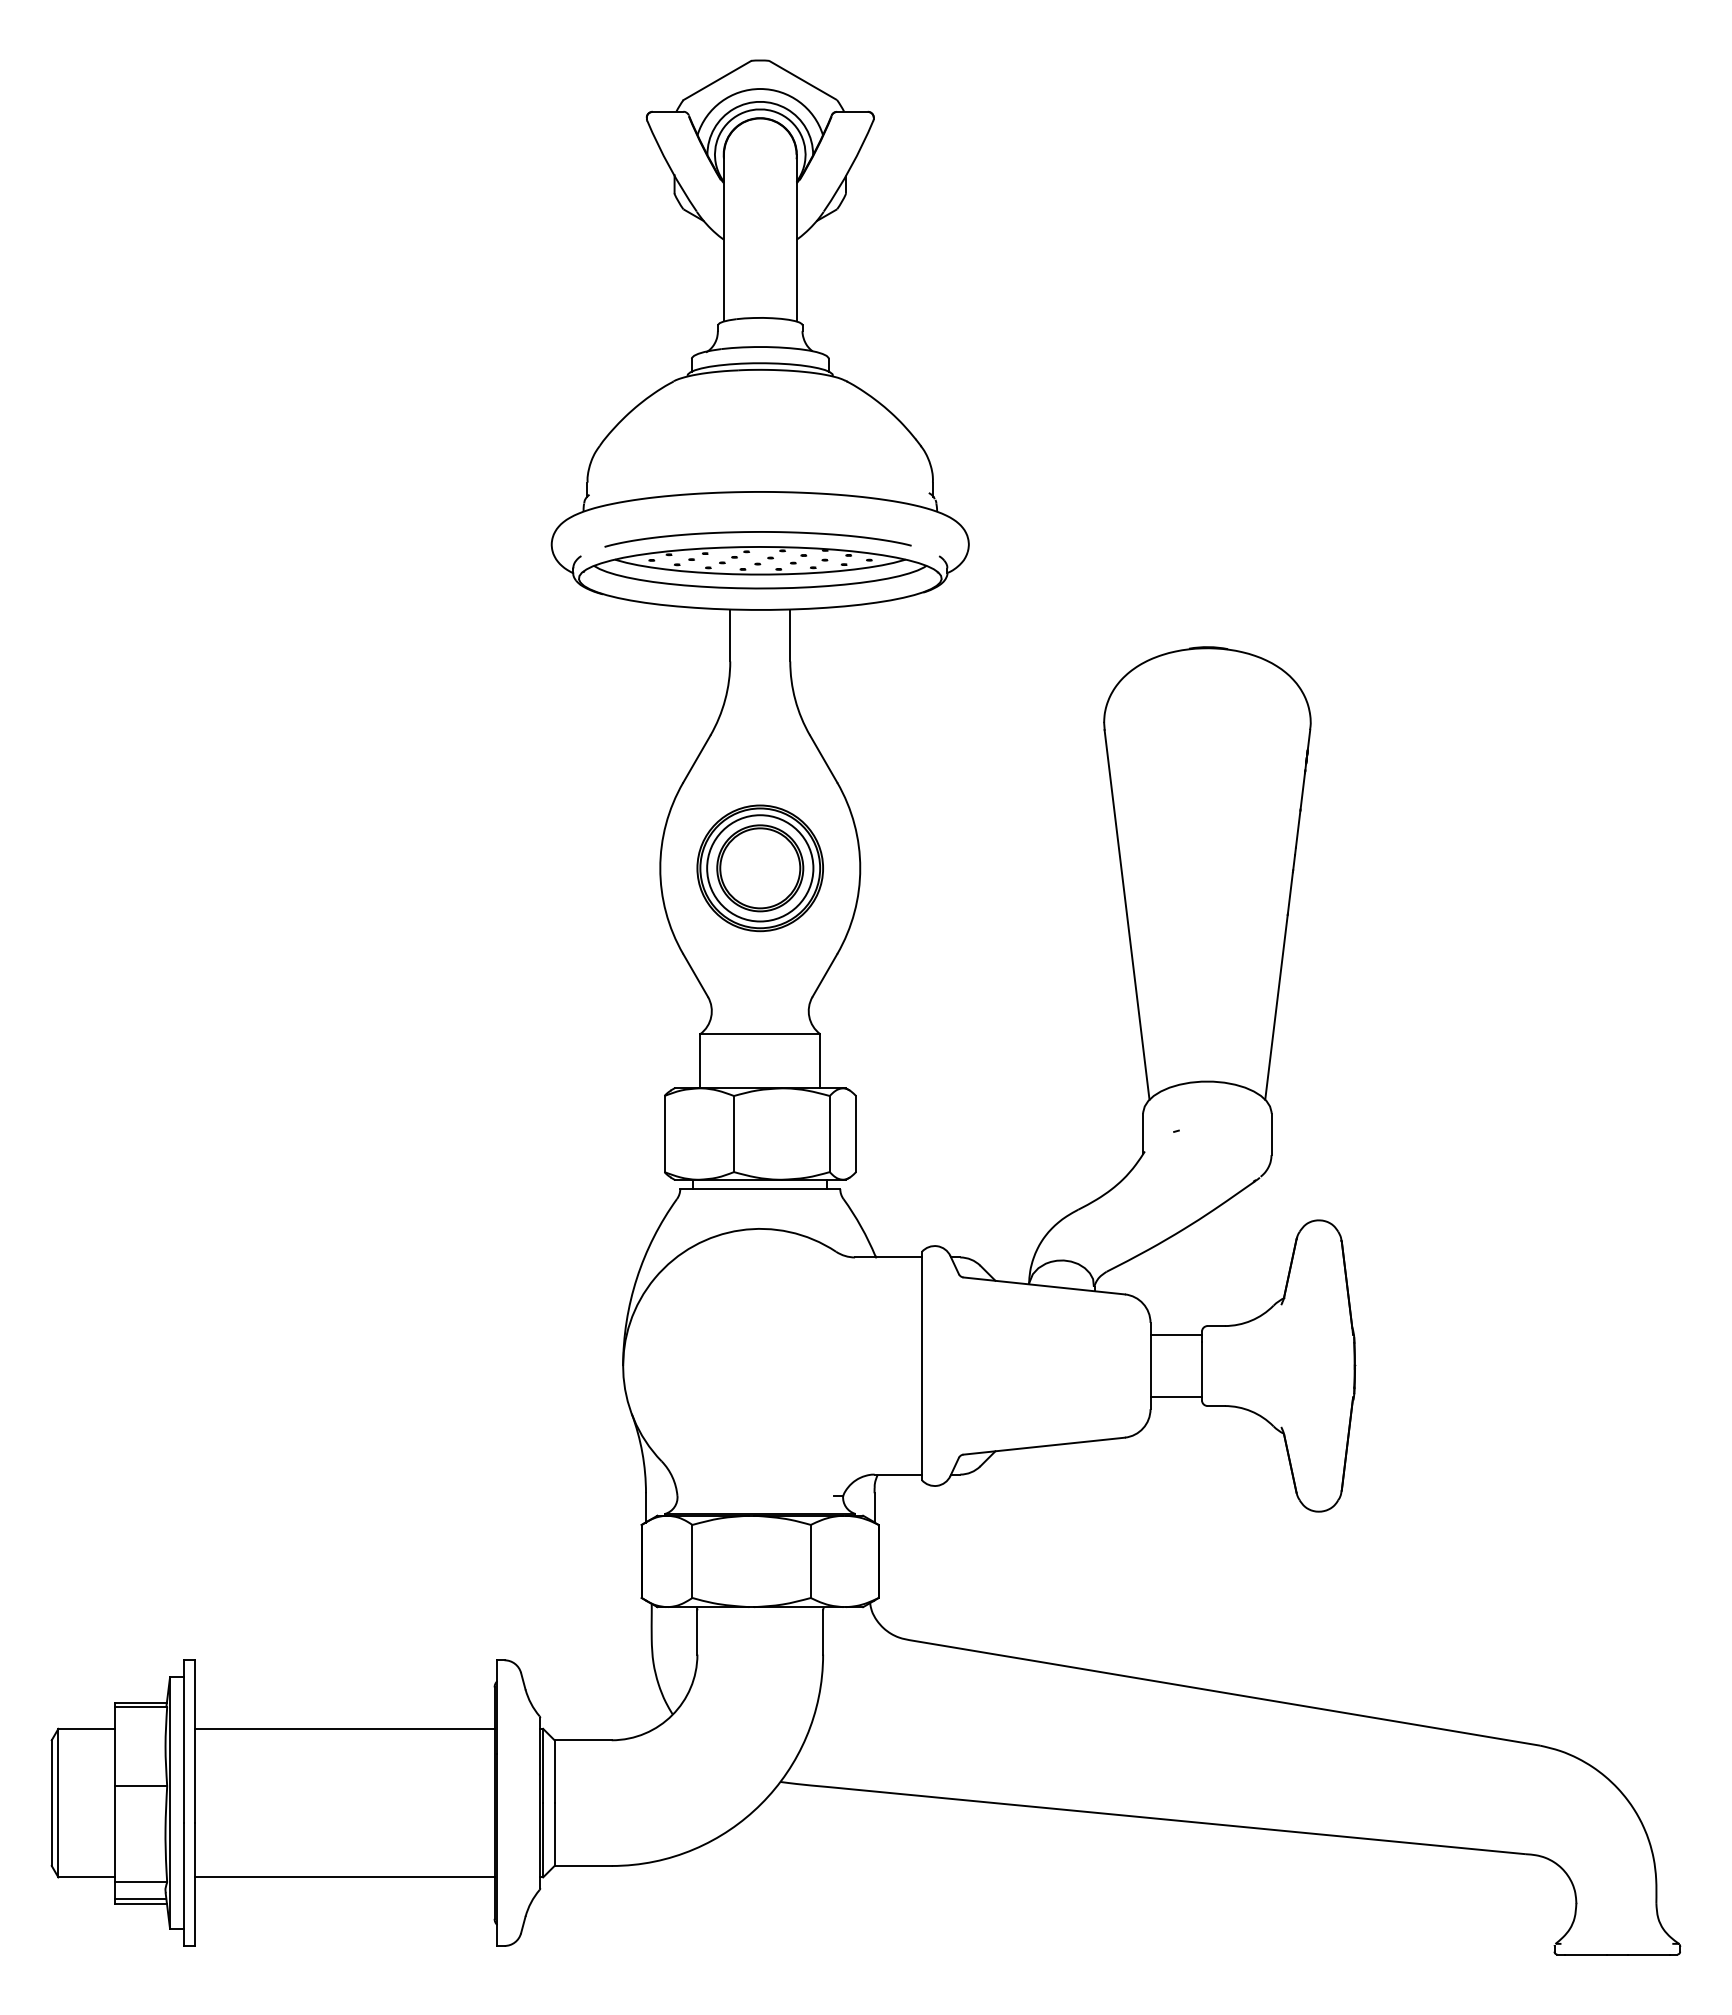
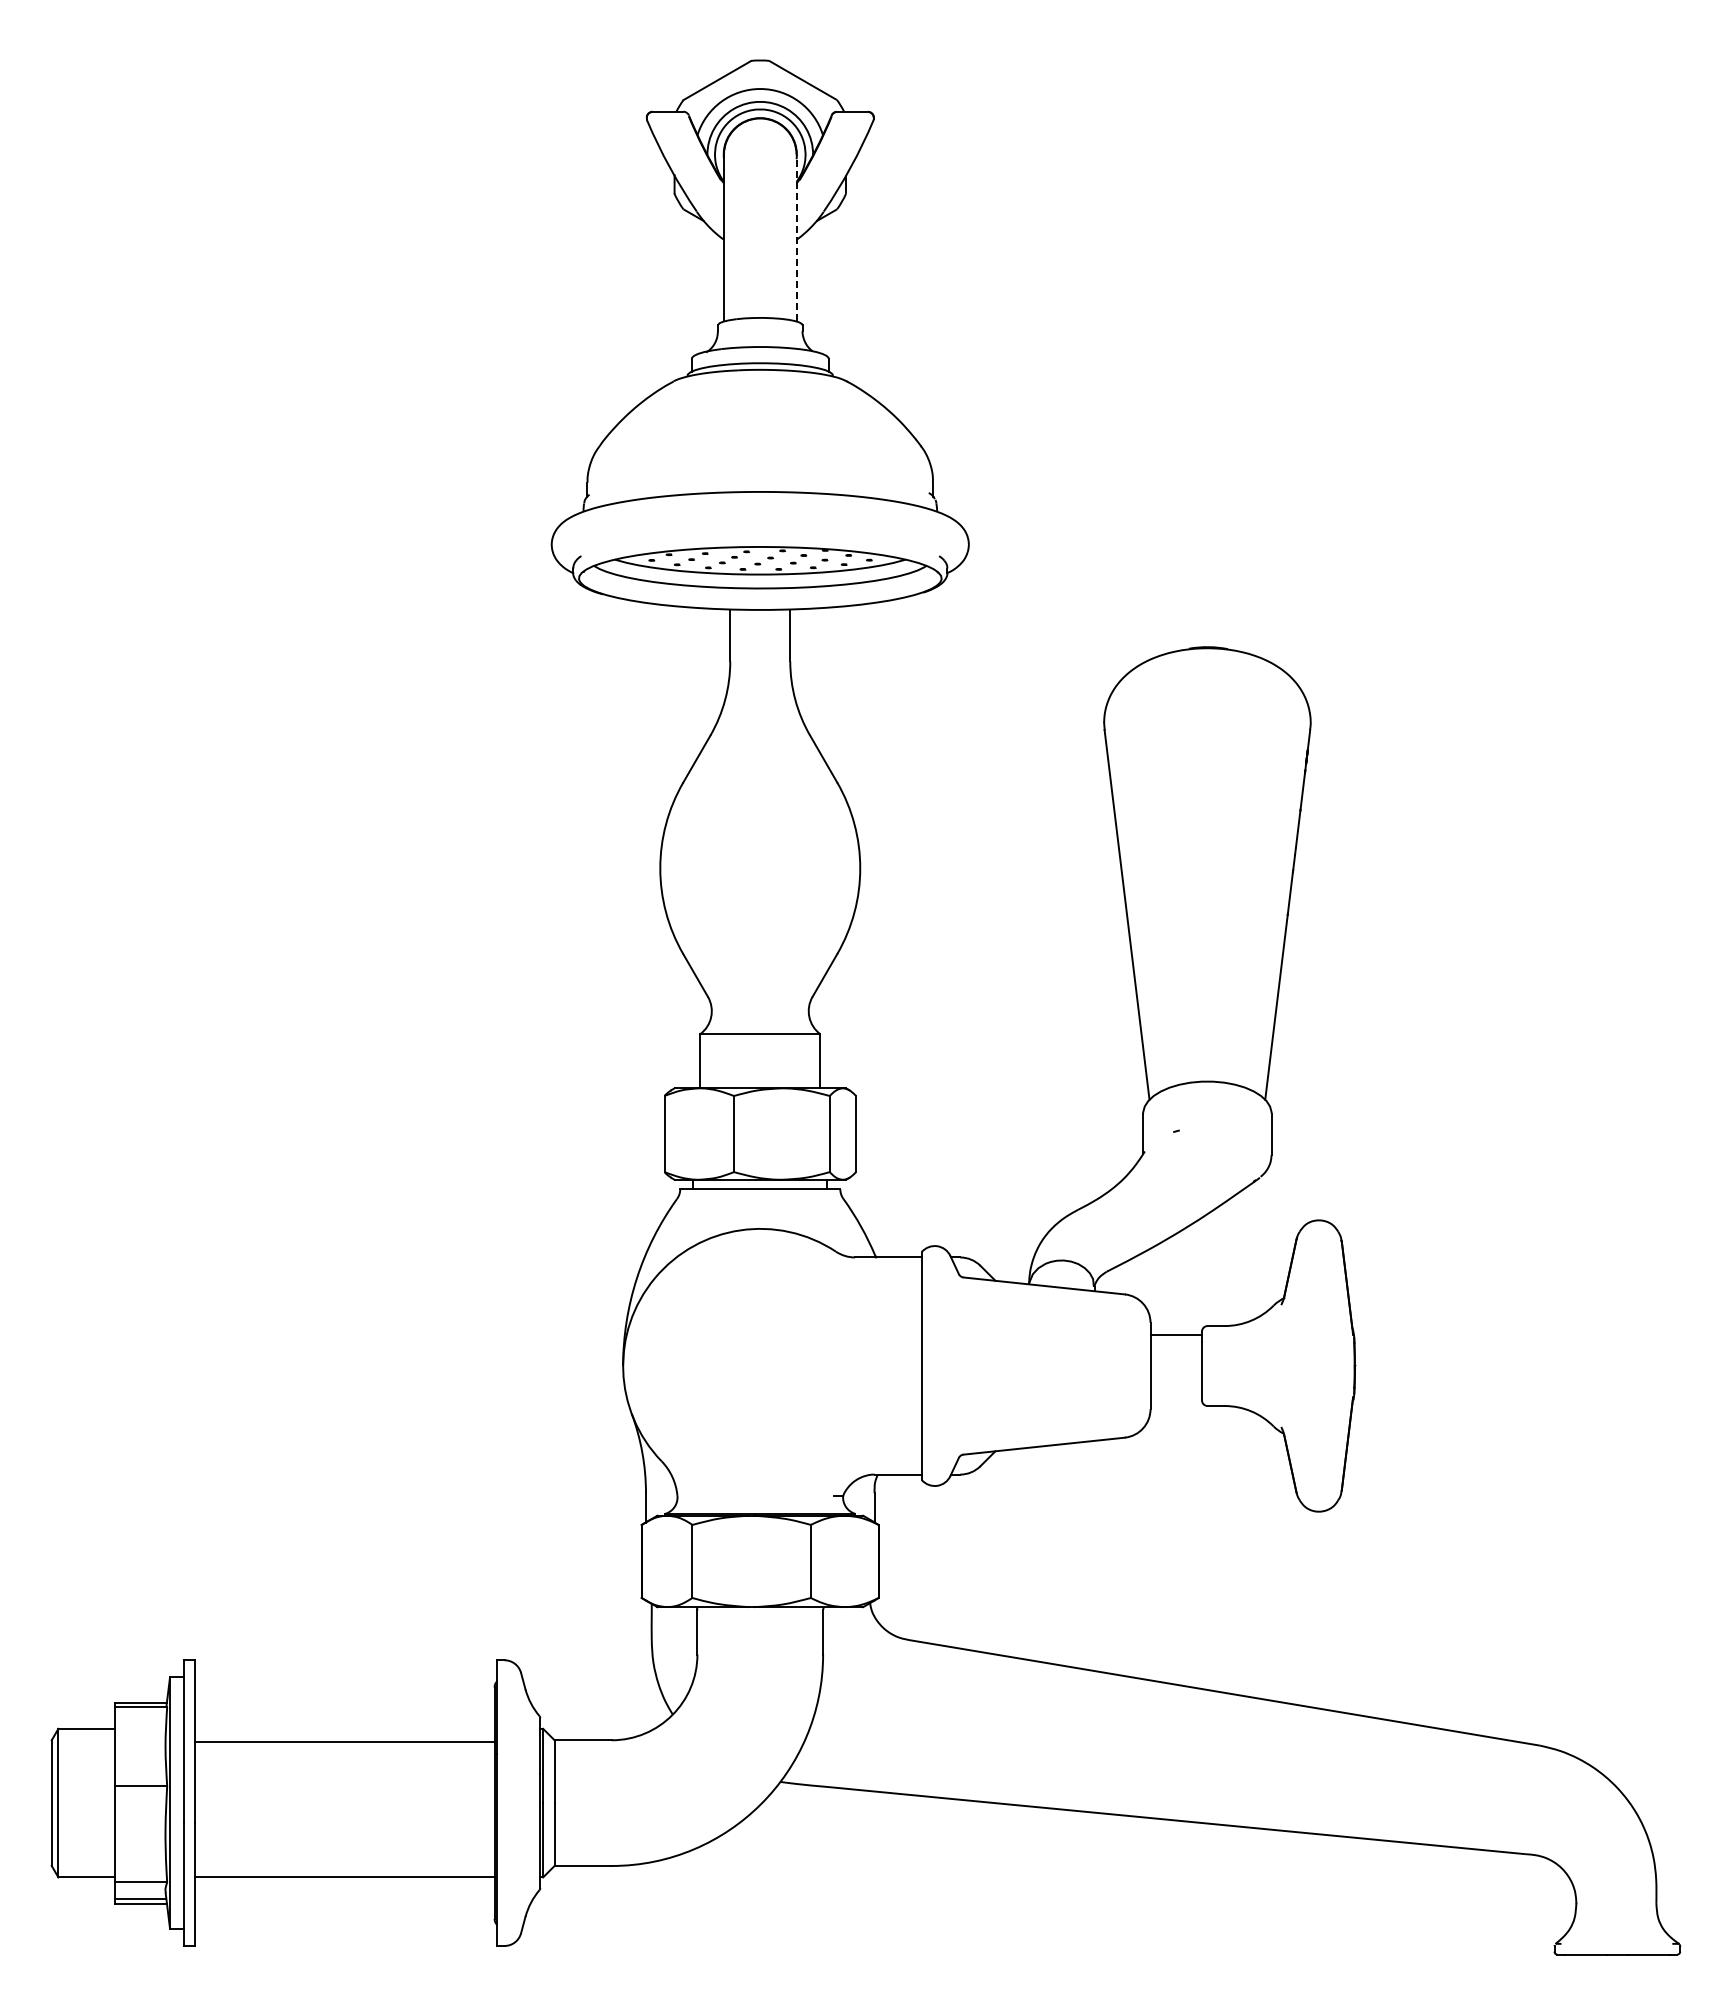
line at (796, 237): solid -> dashed
curve at (757, 532): present -> none
part at (759, 868): present -> none
line at (1175, 1397): present -> none
line at (344, 1728) position: (344, 1728) -> (344, 1741)
